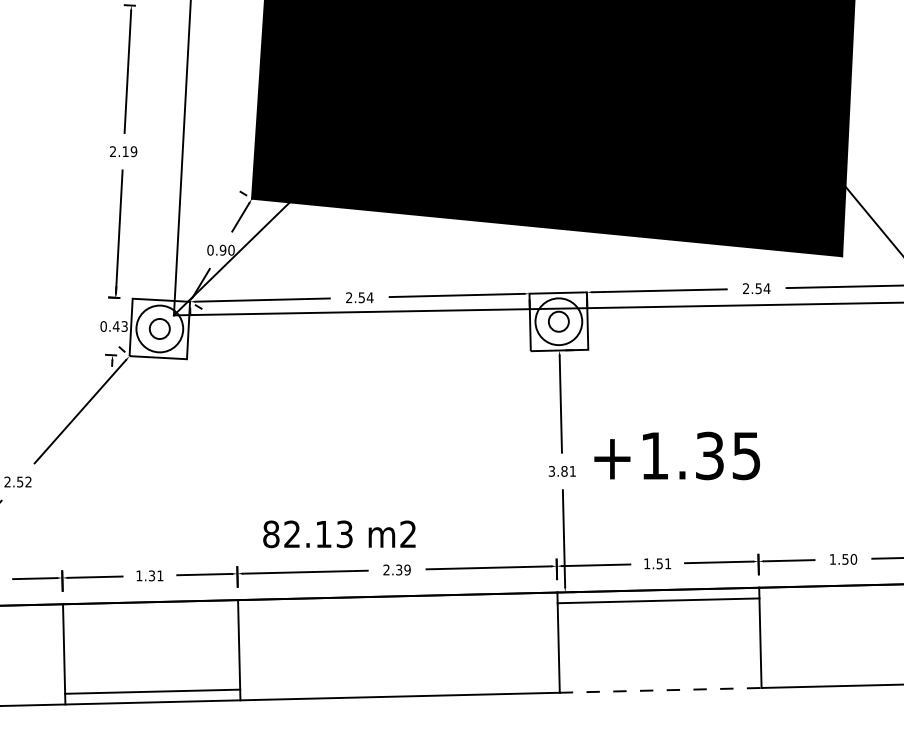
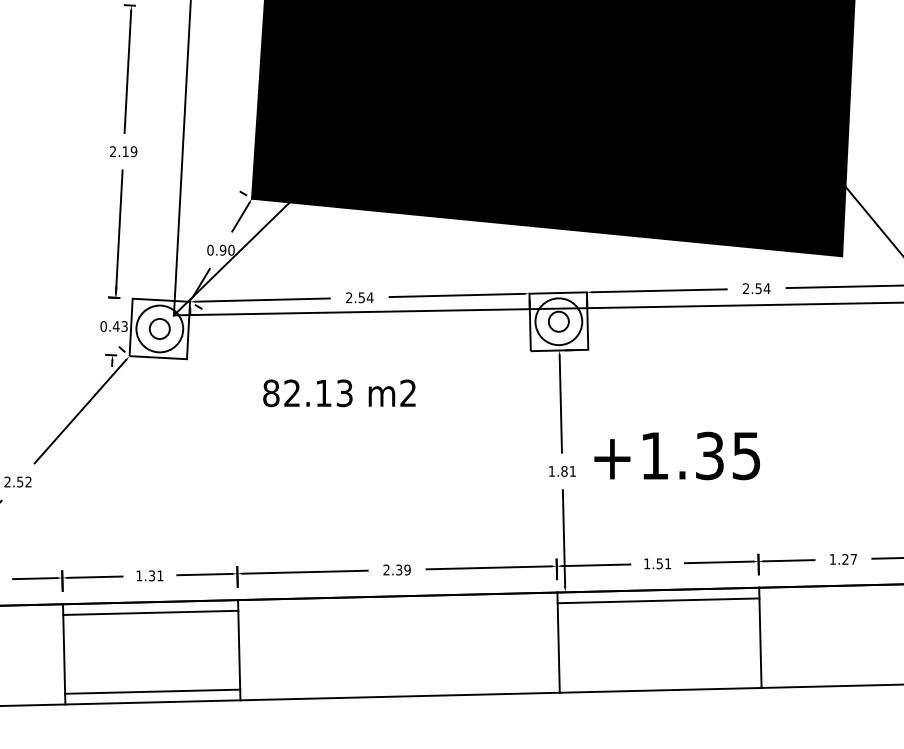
text at (551, 471): 3.81 -> 1.81
text at (339, 534) position: (339, 534) -> (339, 393)
text at (849, 559): 1.50 -> 1.27
line at (150, 612): none -> present
line at (660, 690): dashed -> solid
